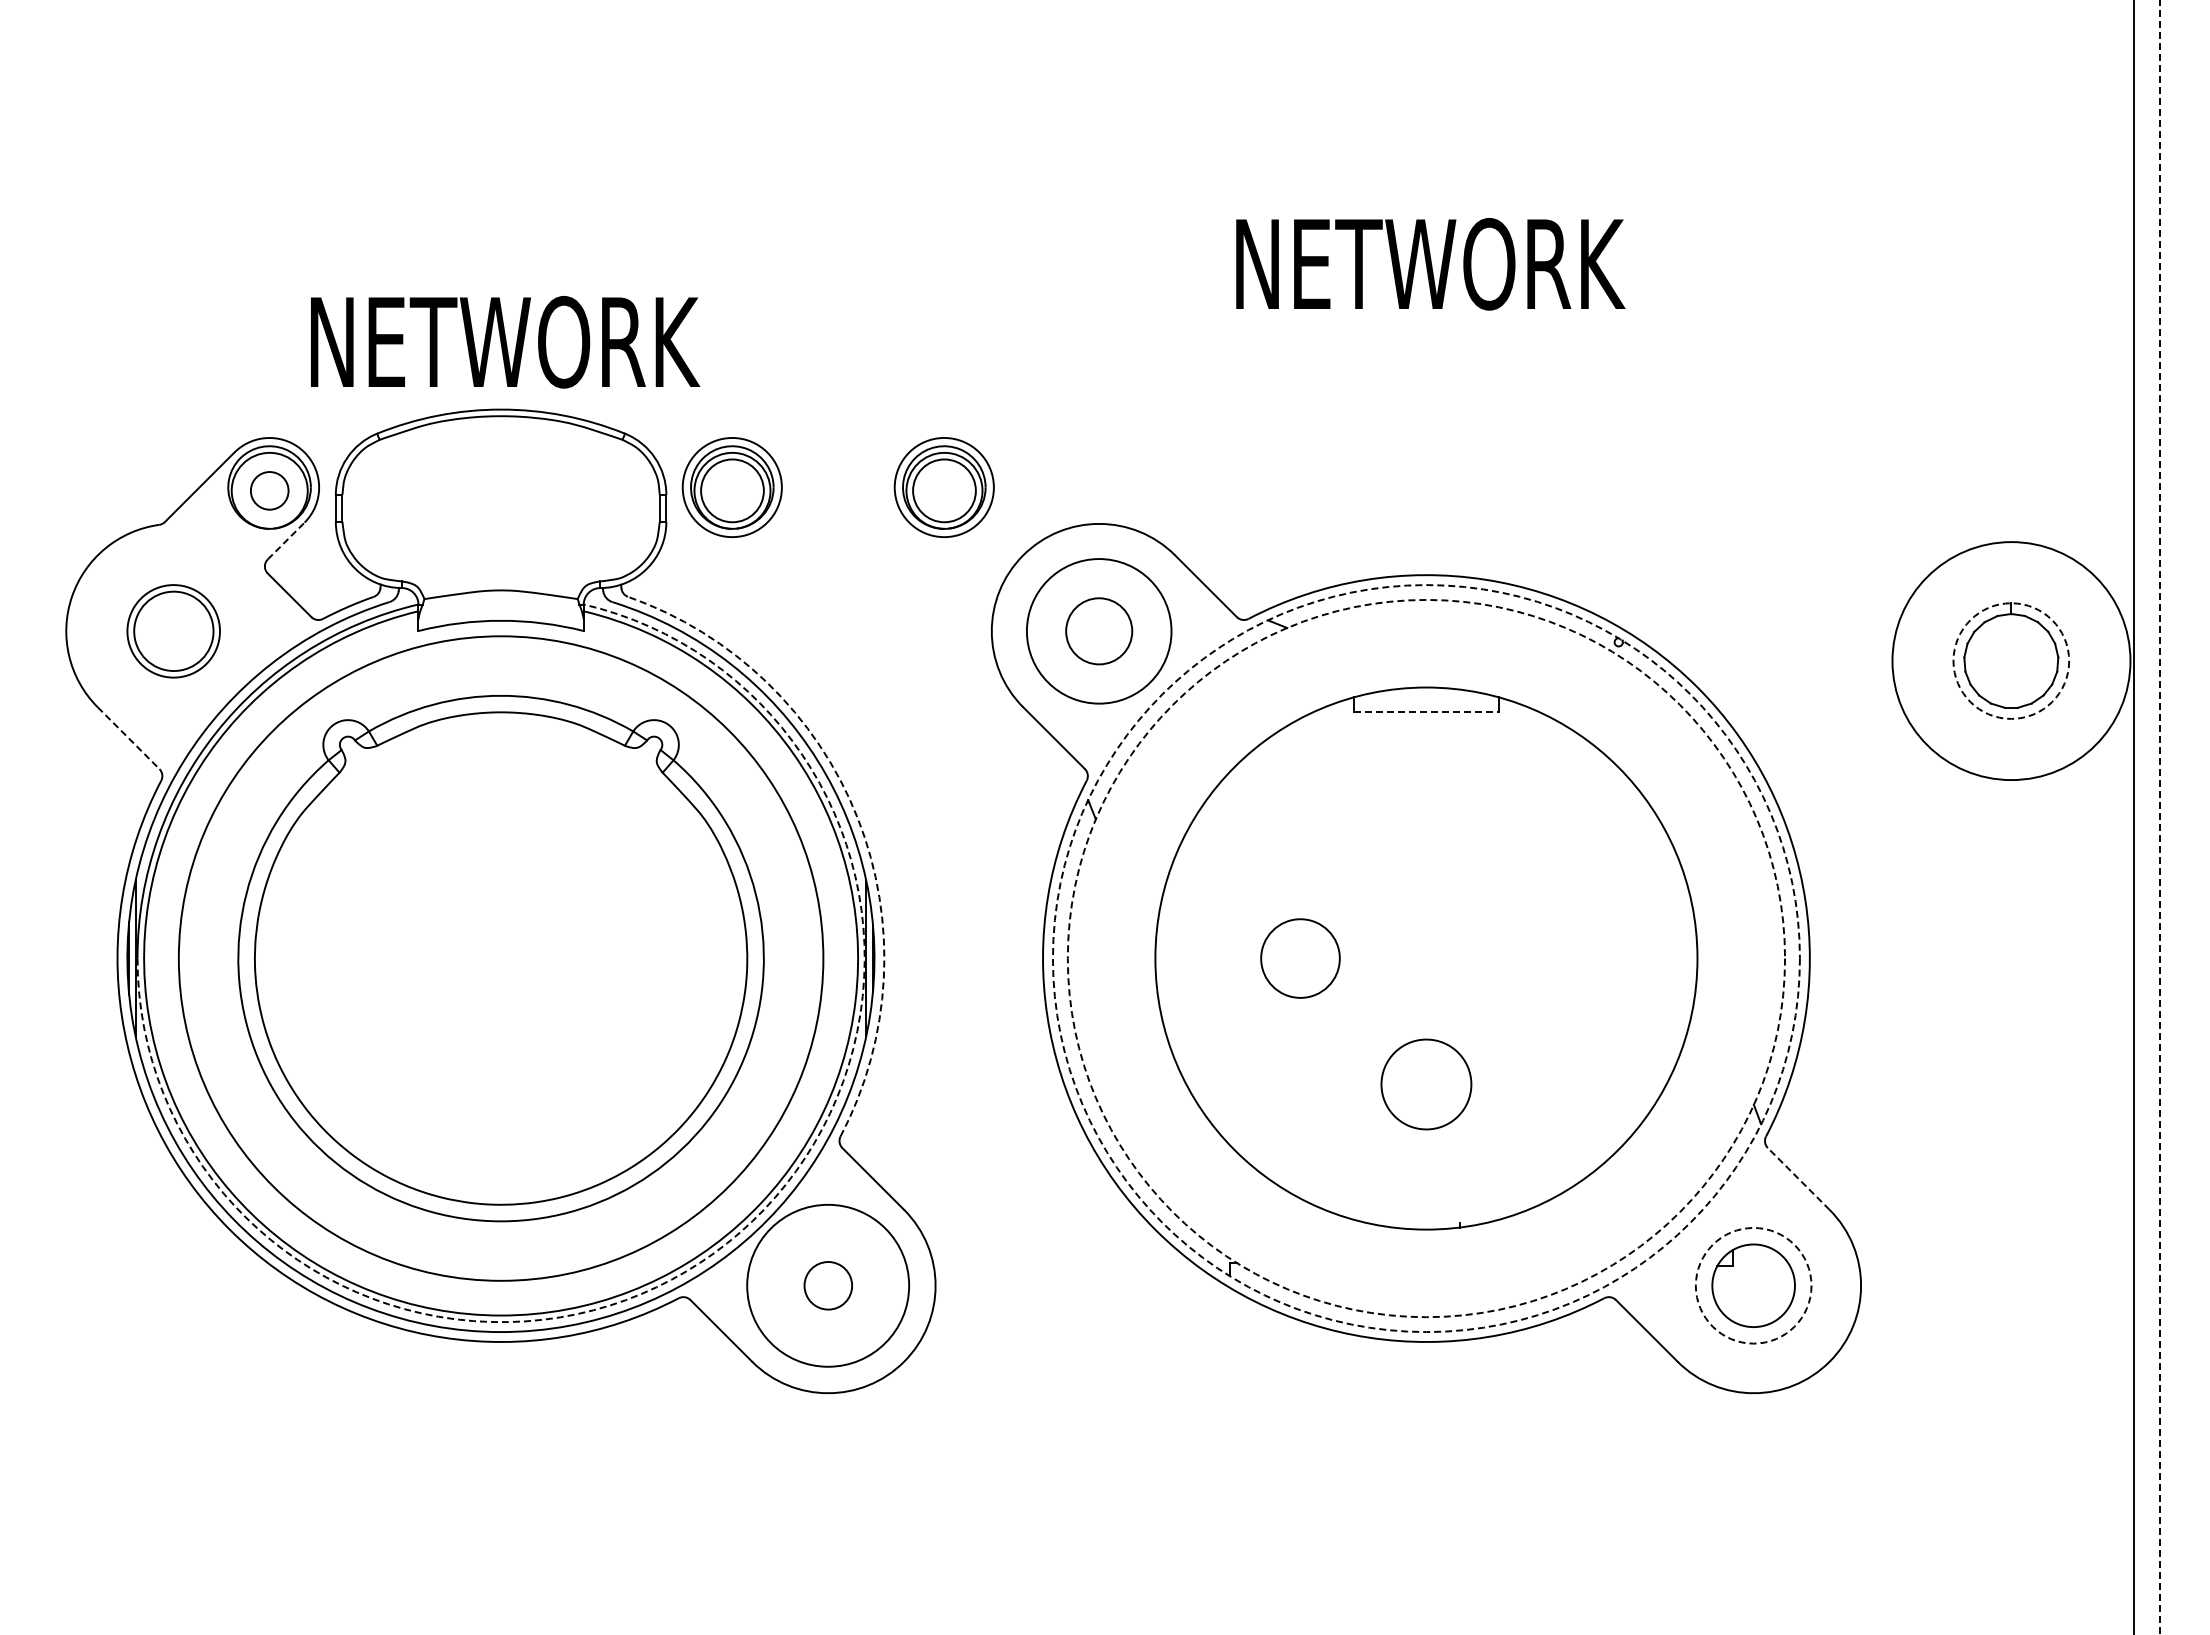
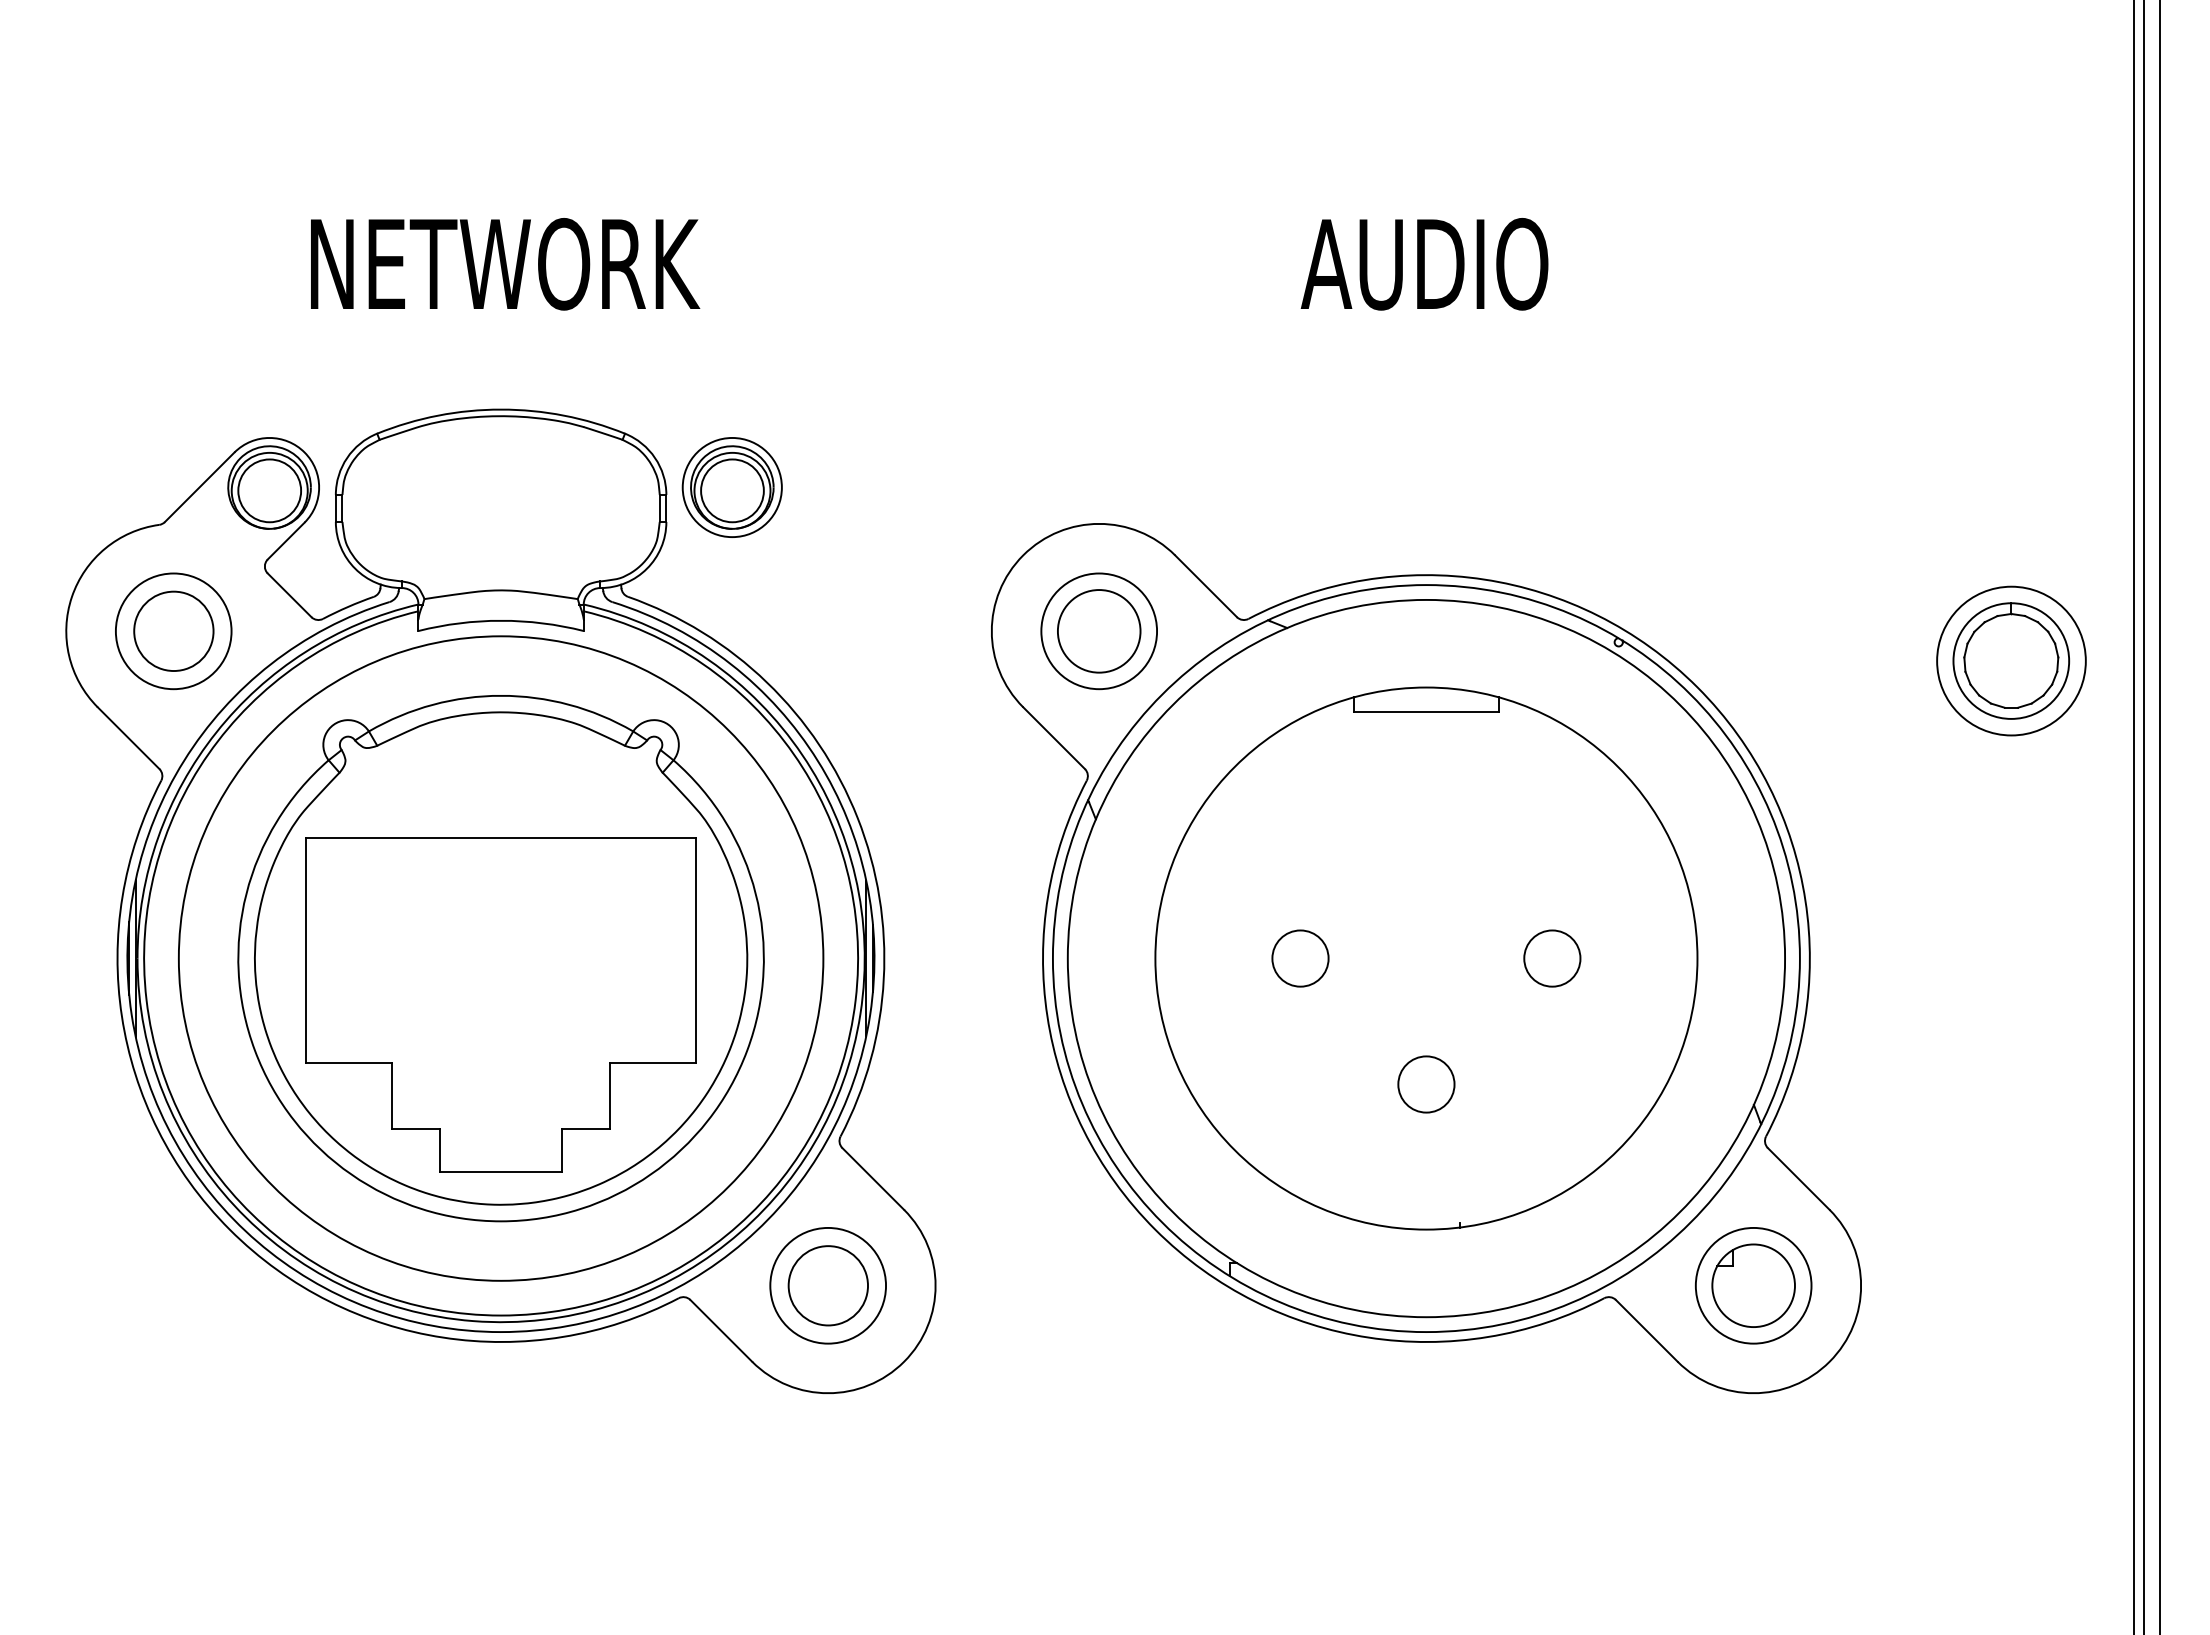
text at (1430, 263): NETWORK -> AUDIO
text at (505, 342) position: (505, 342) -> (505, 264)
part at (943, 487): present -> none
circle at (269, 490) diameter: 38 px -> 63 px
line at (286, 540): dashed -> solid
circle at (173, 631) diameter: 93 px -> 116 px
circle at (1098, 631) diameter: 145 px -> 116 px
circle at (1099, 631) diameter: 66 px -> 83 px
circle at (2011, 660): dashed -> solid
circle at (2011, 661) diameter: 238 px -> 149 px
line at (1426, 711): dashed -> solid
line at (128, 738): dashed -> solid
line at (2143, 816): none -> present
line at (2160, 817): dashed -> solid
arc at (857, 818): dashed -> solid
circle at (1300, 958) diameter: 79 px -> 56 px
circle at (1425, 958): dashed -> solid
circle at (1426, 958): dashed -> solid
circle at (1552, 958): none -> present
part at (500, 1004): none -> present
circle at (1426, 1084) diameter: 90 px -> 56 px
line at (1798, 1178): dashed -> solid
arc at (727, 1243): dashed -> solid
circle at (828, 1285) diameter: 162 px -> 116 px
circle at (828, 1285) diameter: 48 px -> 79 px
circle at (1753, 1285): dashed -> solid
